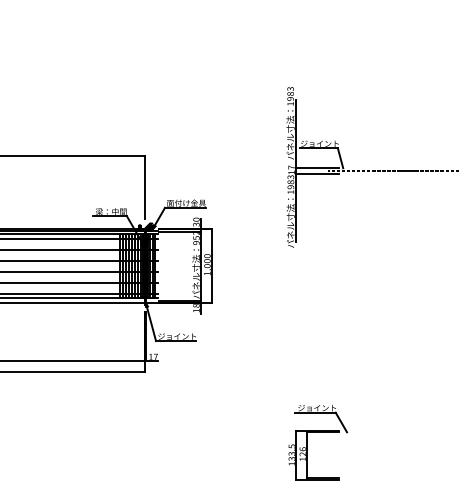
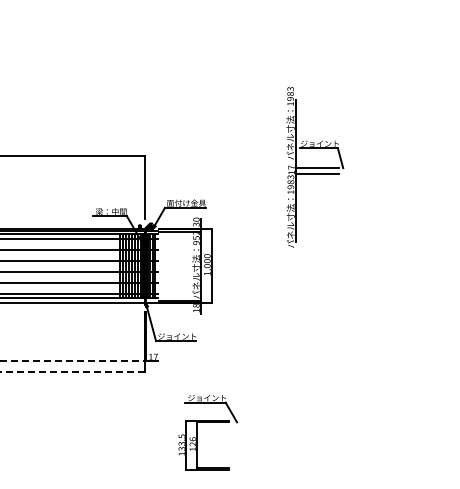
line at (392, 170): present -> none
line at (73, 361): solid -> dashed
line at (72, 372): solid -> dashed
part at (318, 432) position: (318, 432) -> (208, 422)
